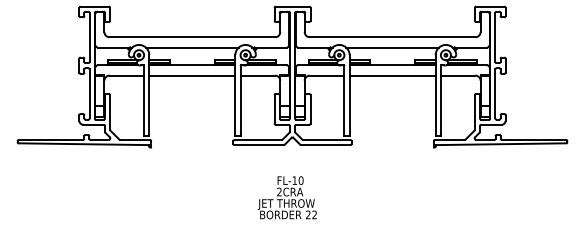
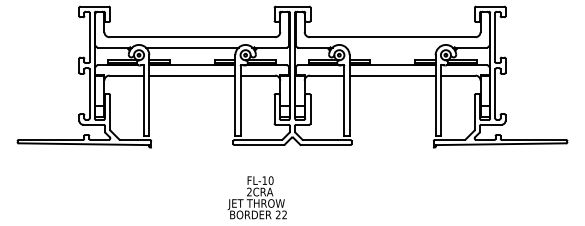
line at (392, 47): present -> none
text at (286, 197) position: (286, 197) -> (256, 197)
